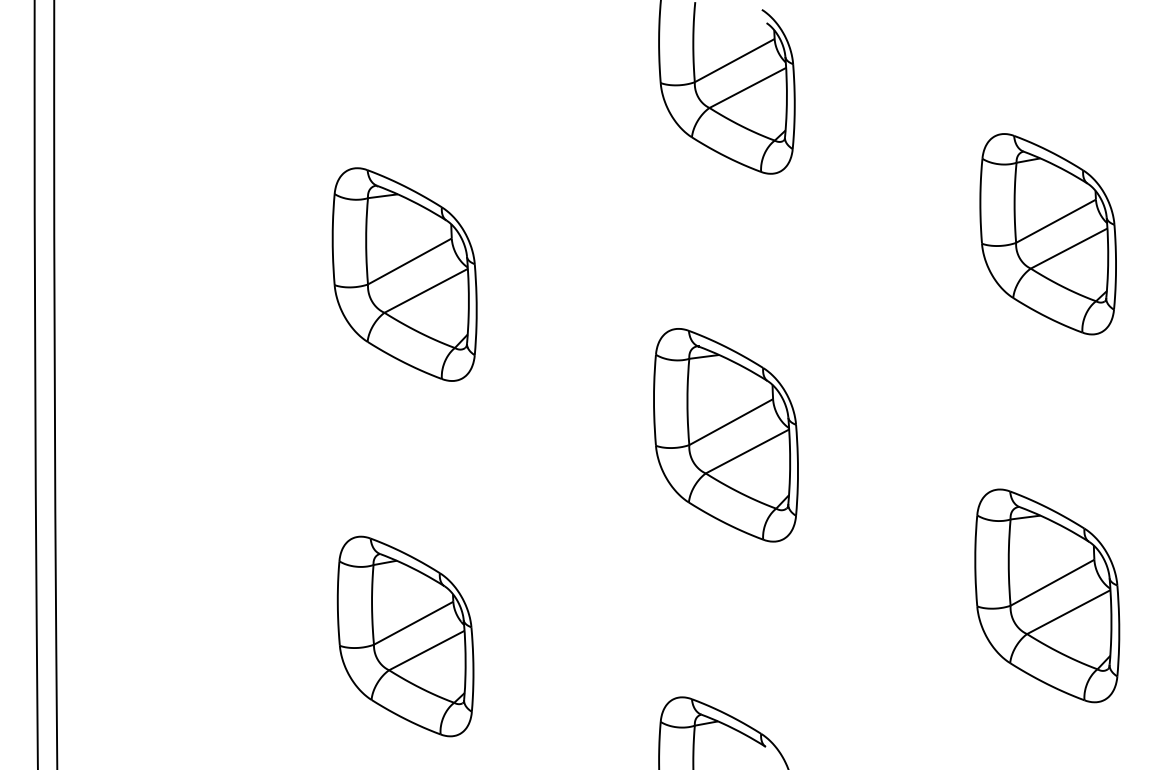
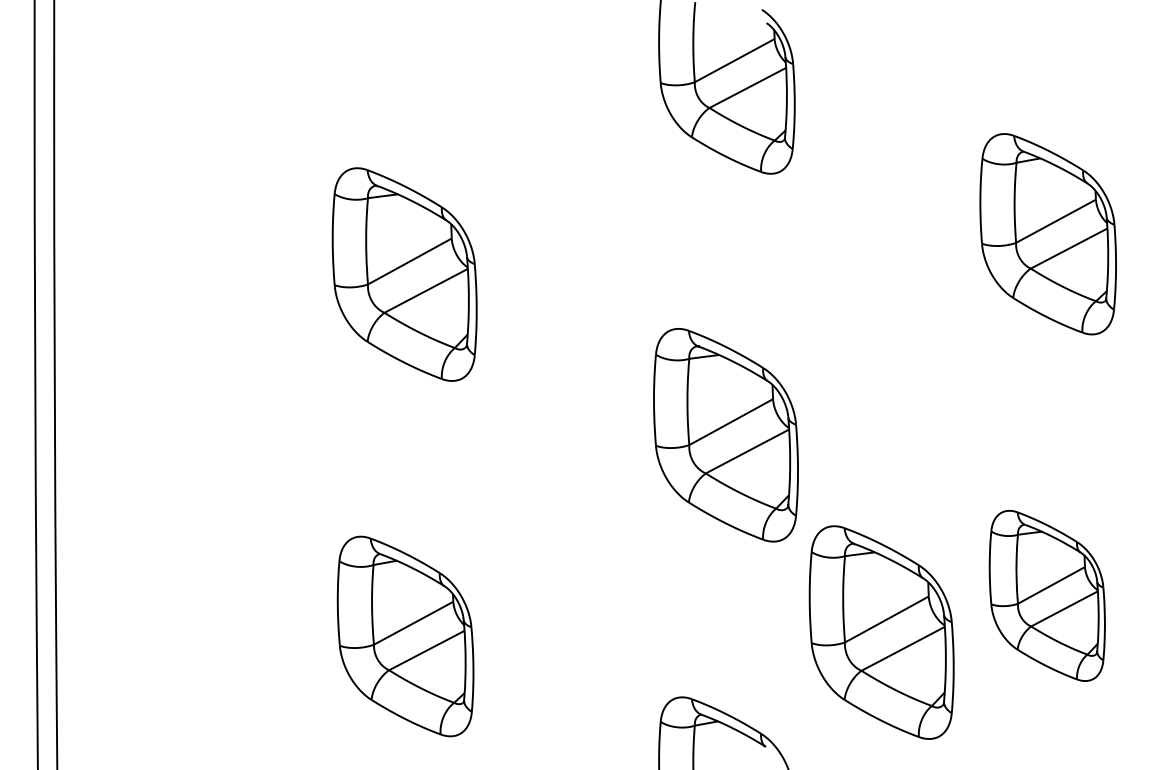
part at (1047, 595) size: 147x216 px -> 118x173 px
part at (881, 632): none -> present
